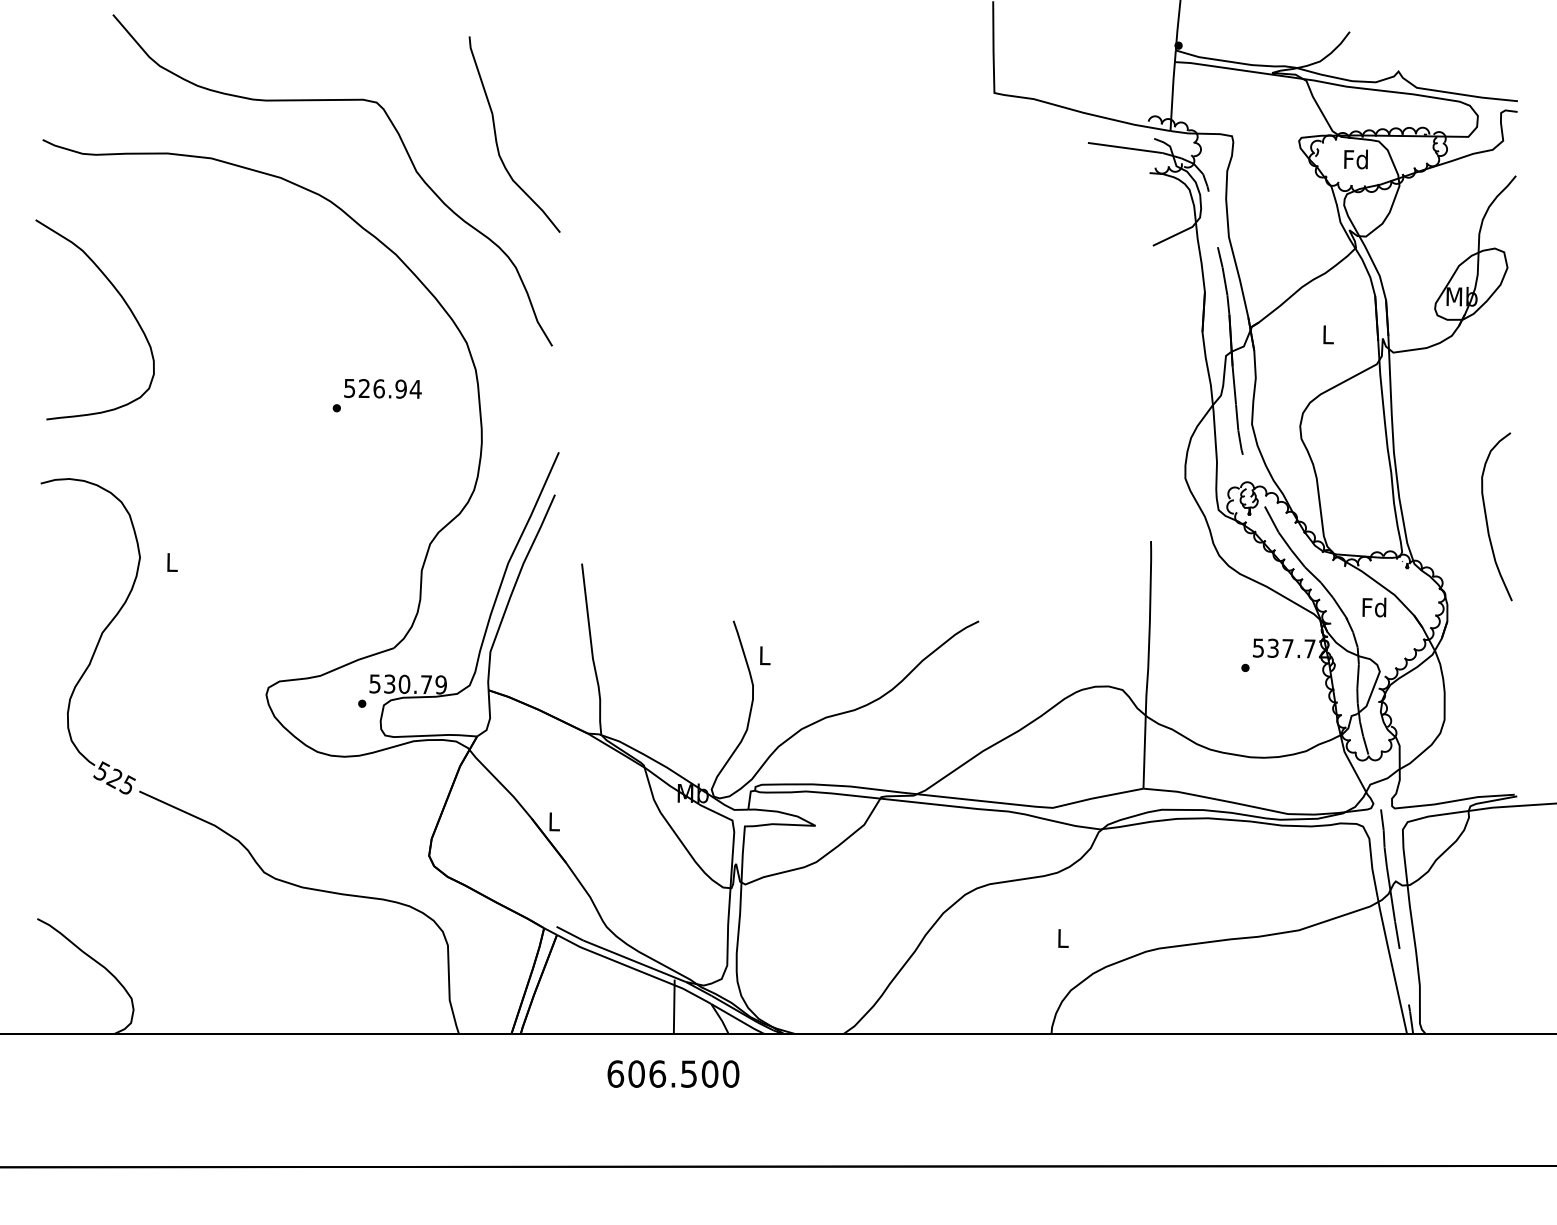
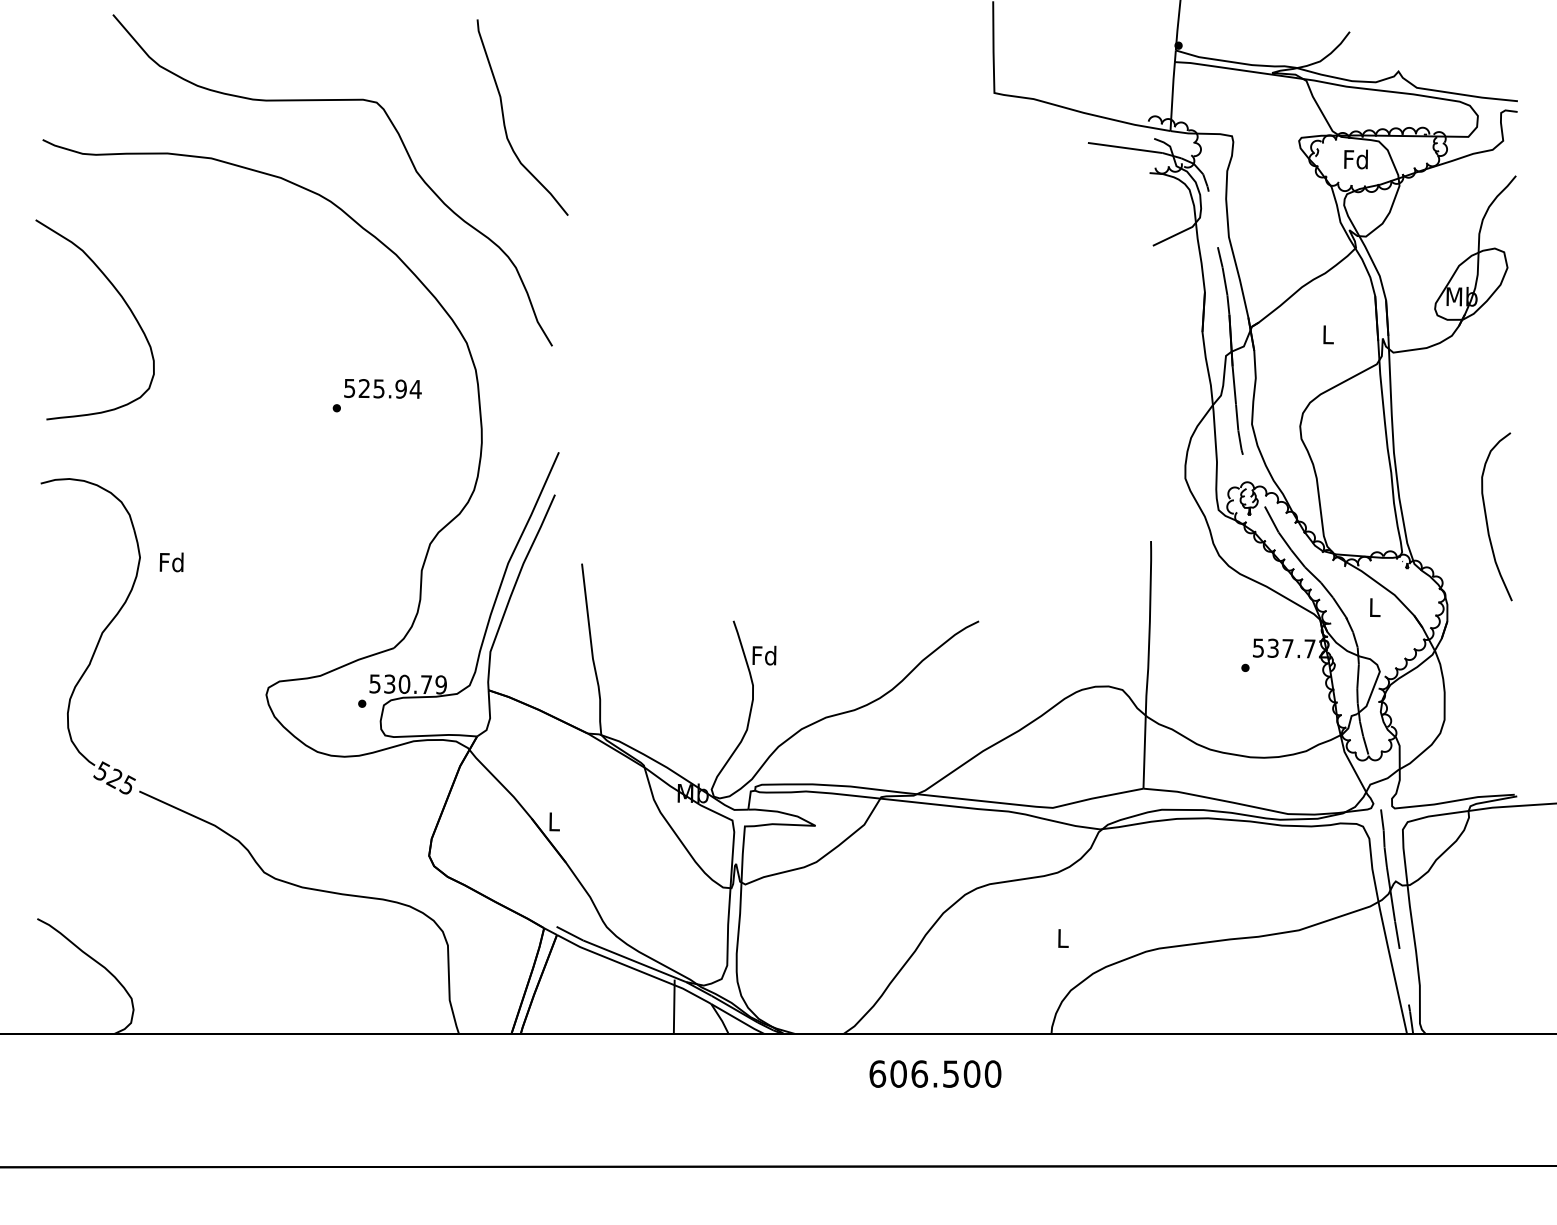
curve at (496, 134) position: (496, 134) -> (504, 117)
text at (378, 388): 526.94 -> 525.94
text at (171, 562): L -> Fd
text at (1374, 607): Fd -> L
text at (764, 655): L -> Fd
text at (673, 1073) position: (673, 1073) -> (935, 1073)
